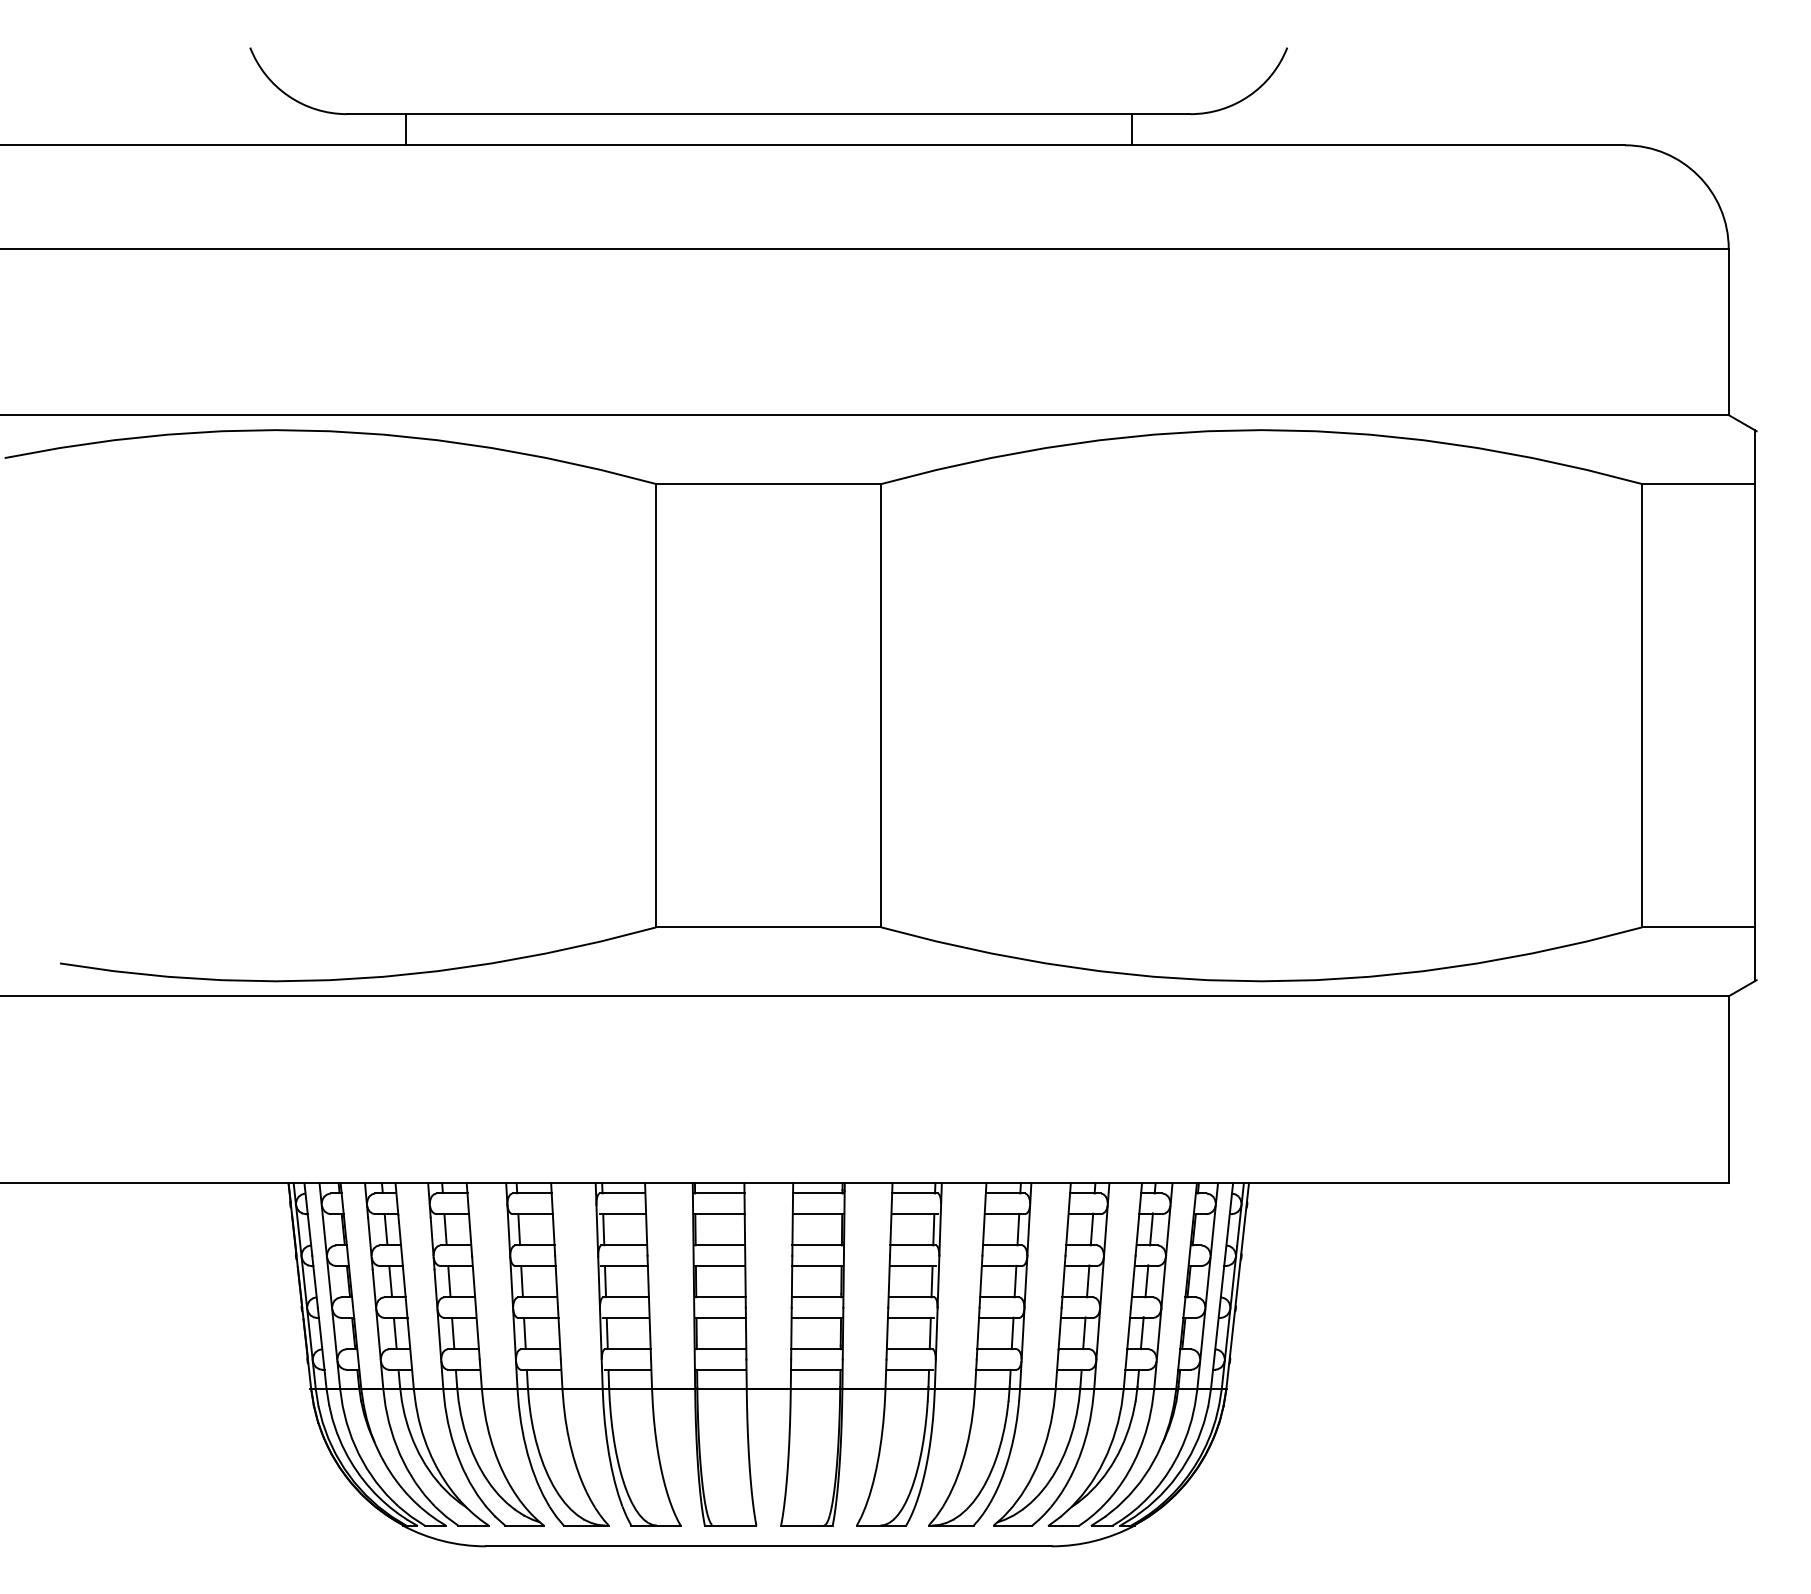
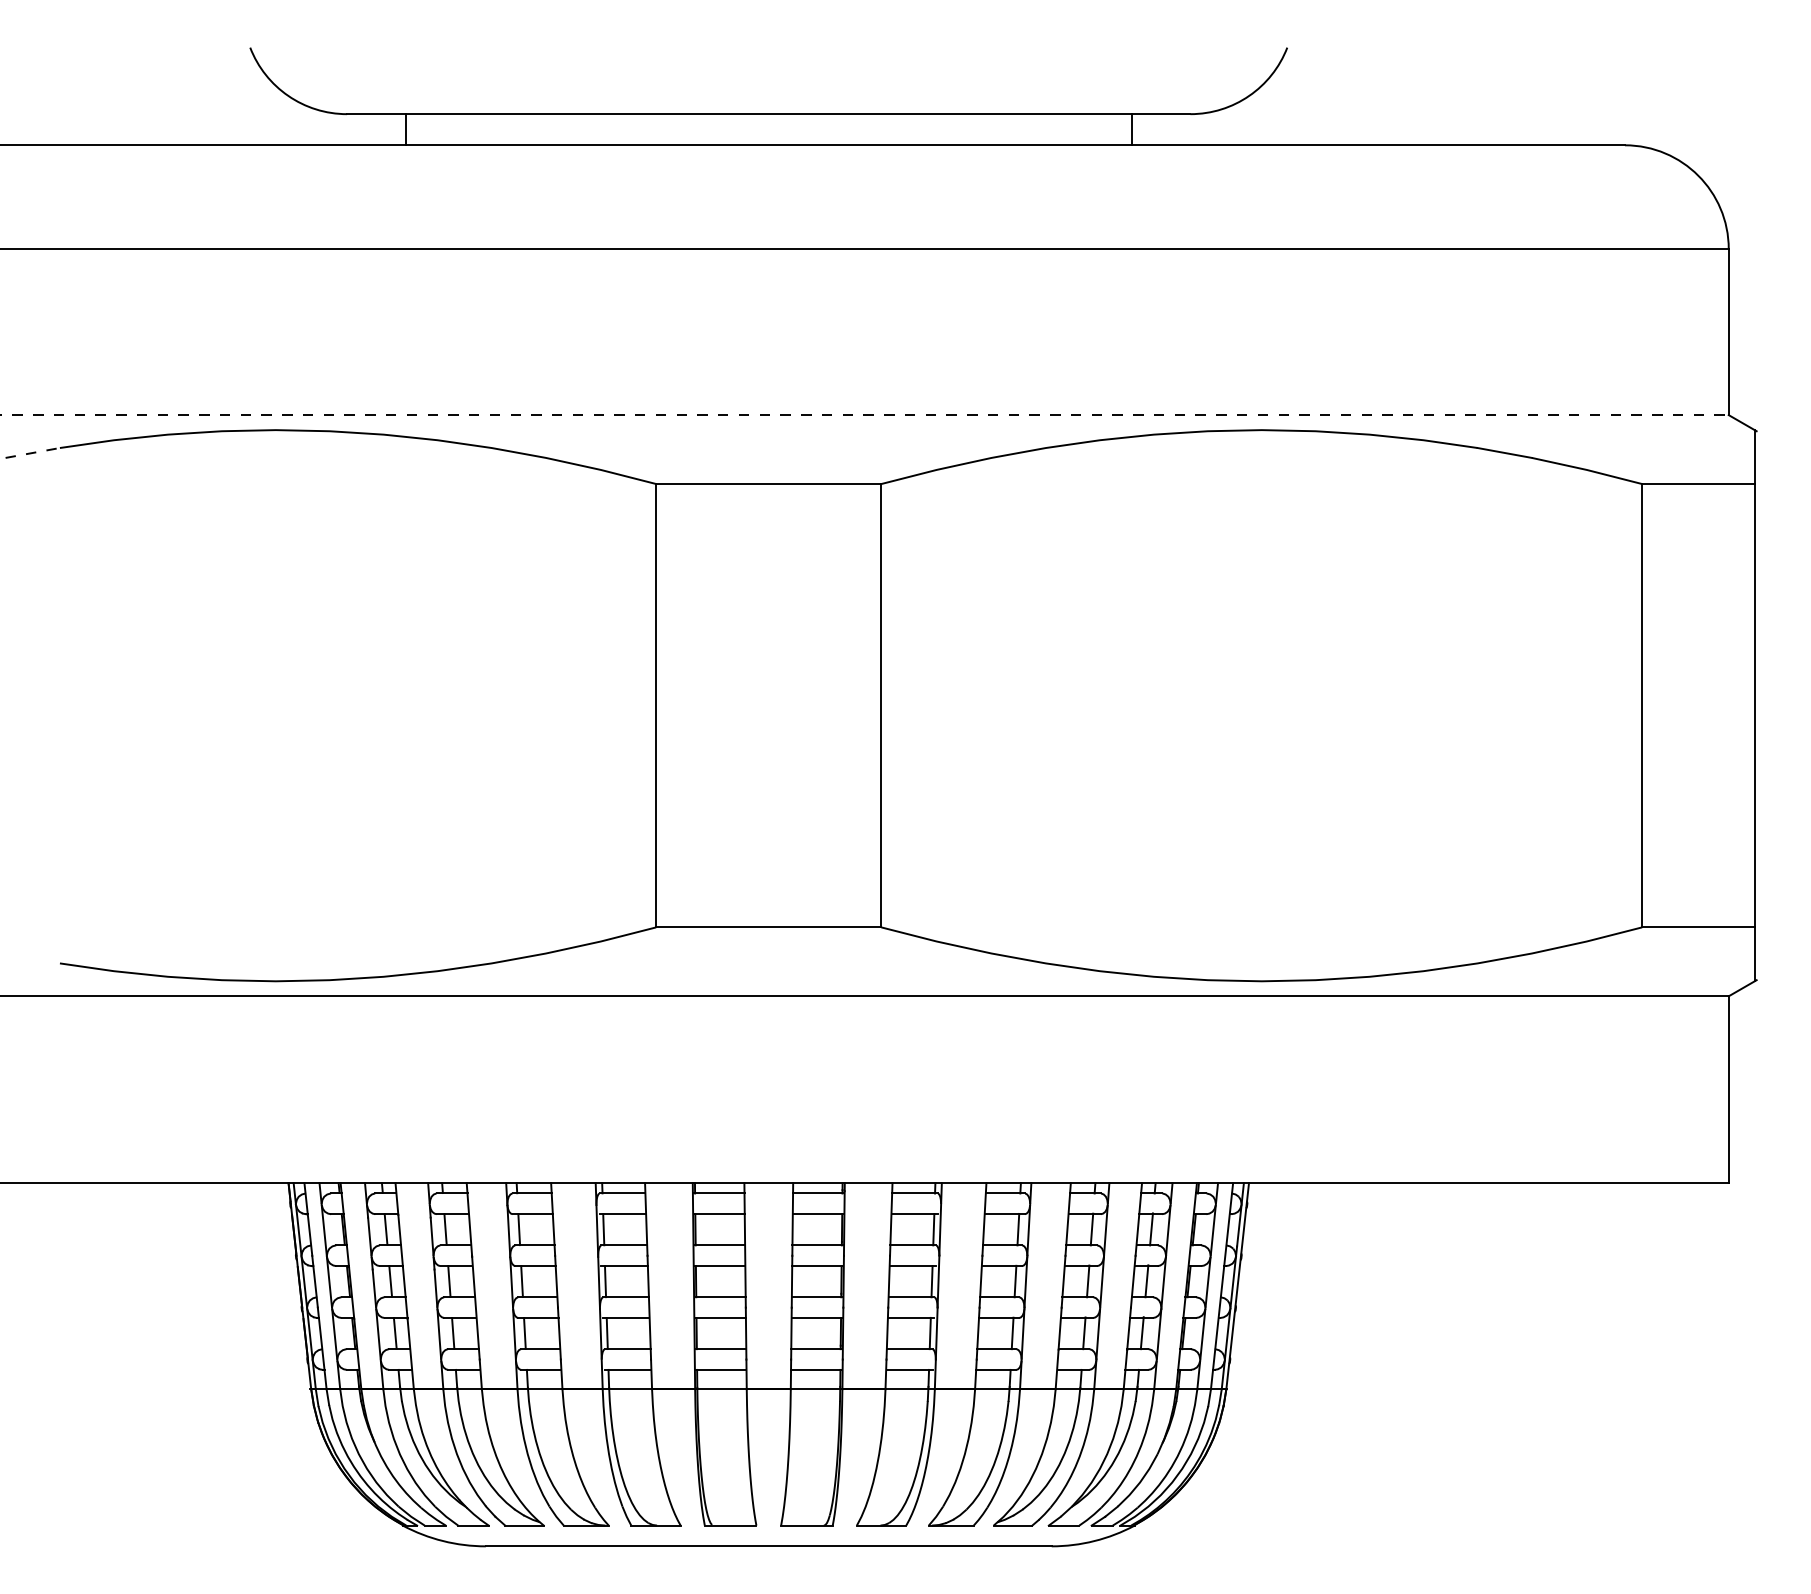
line at (864, 415): solid -> dashed
line at (32, 452): solid -> dashed
